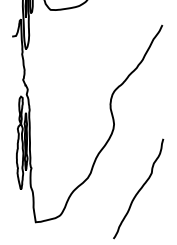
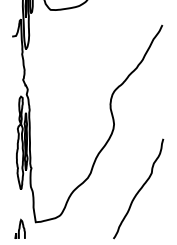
part at (19, 228): none -> present
